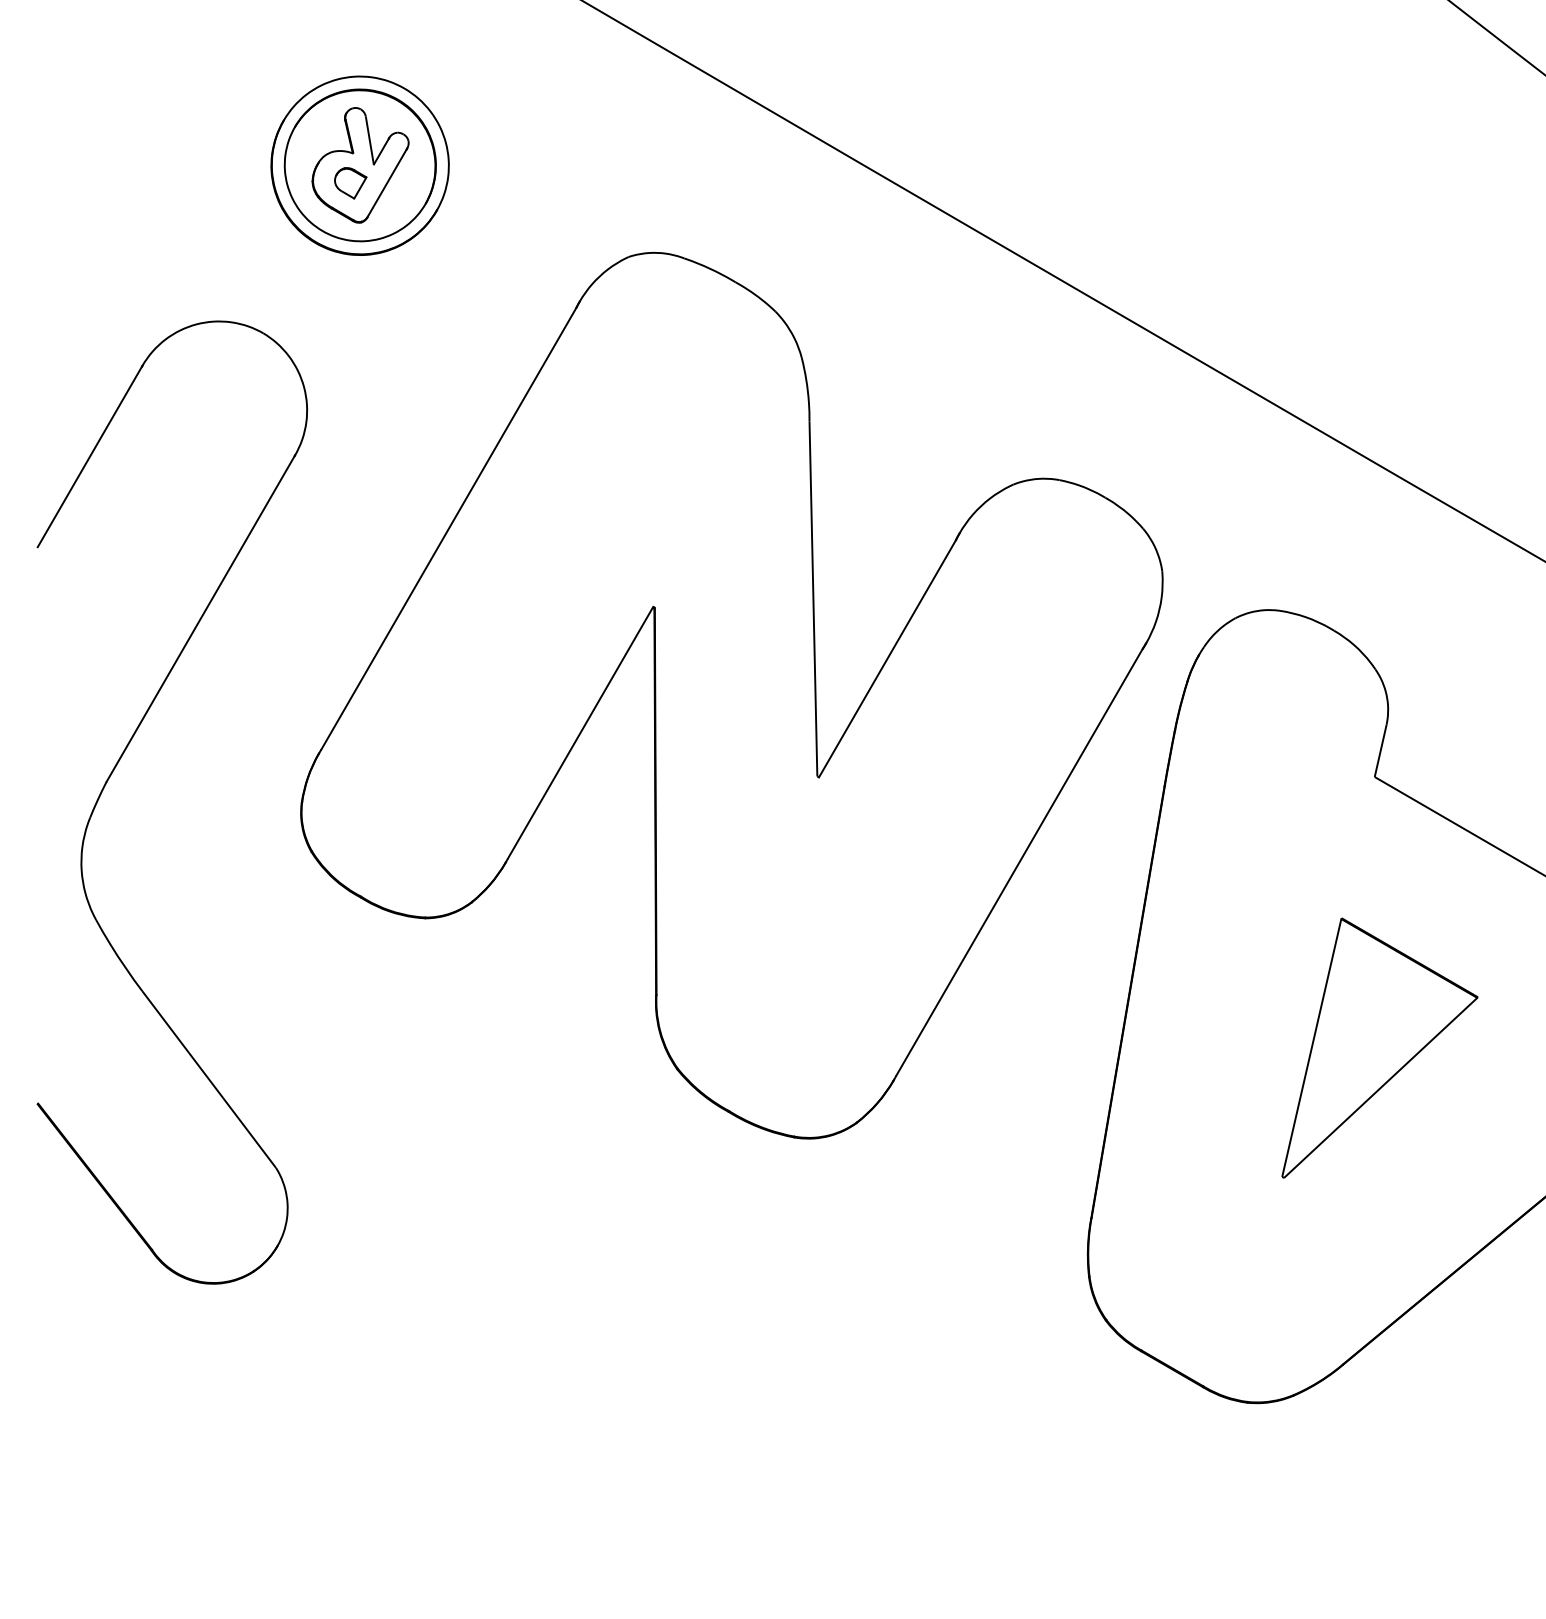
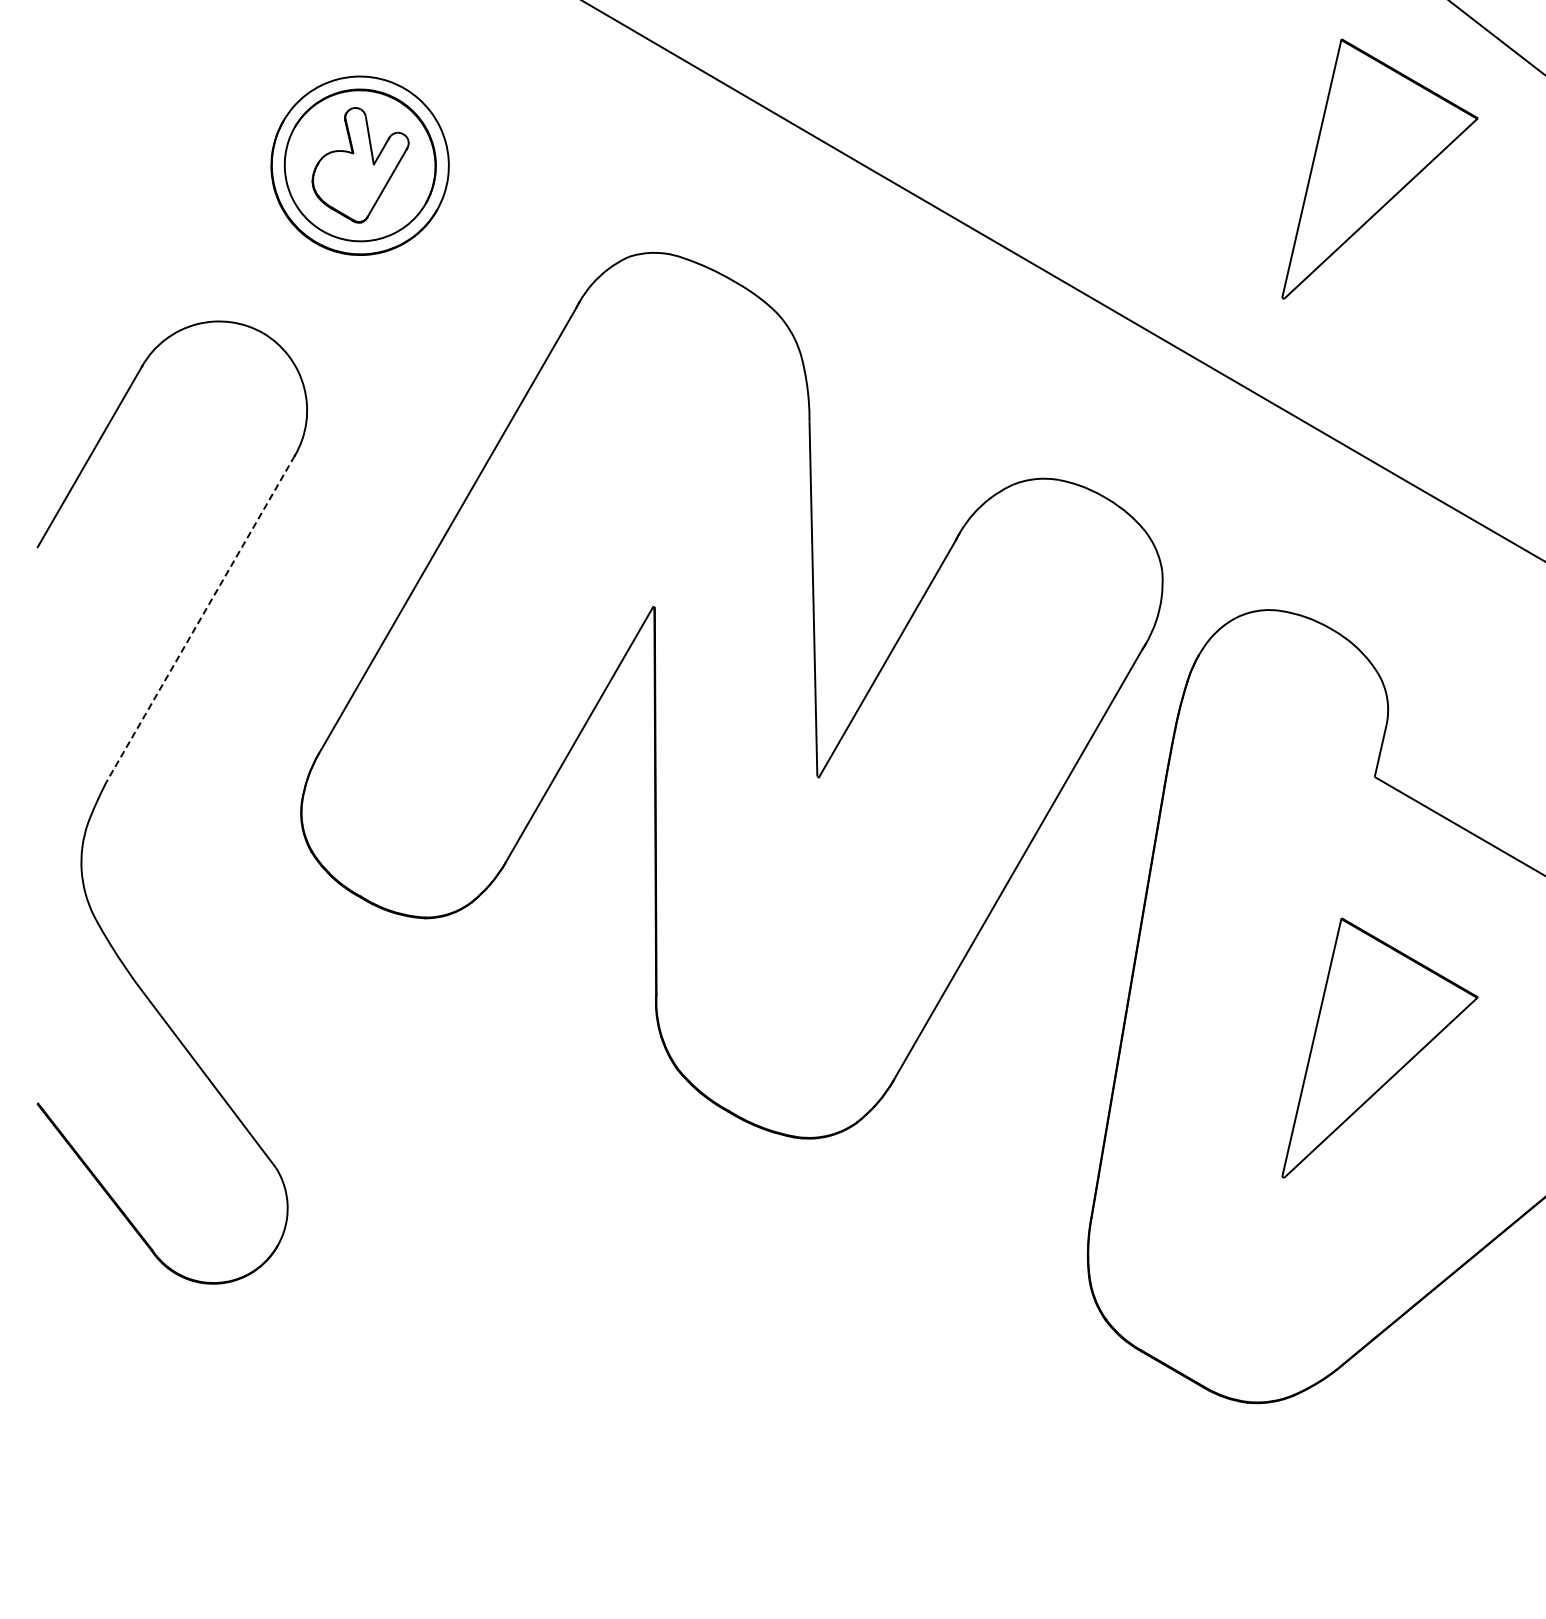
part at (1379, 168): none -> present
part at (350, 183): present -> none
line at (200, 619): solid -> dashed
